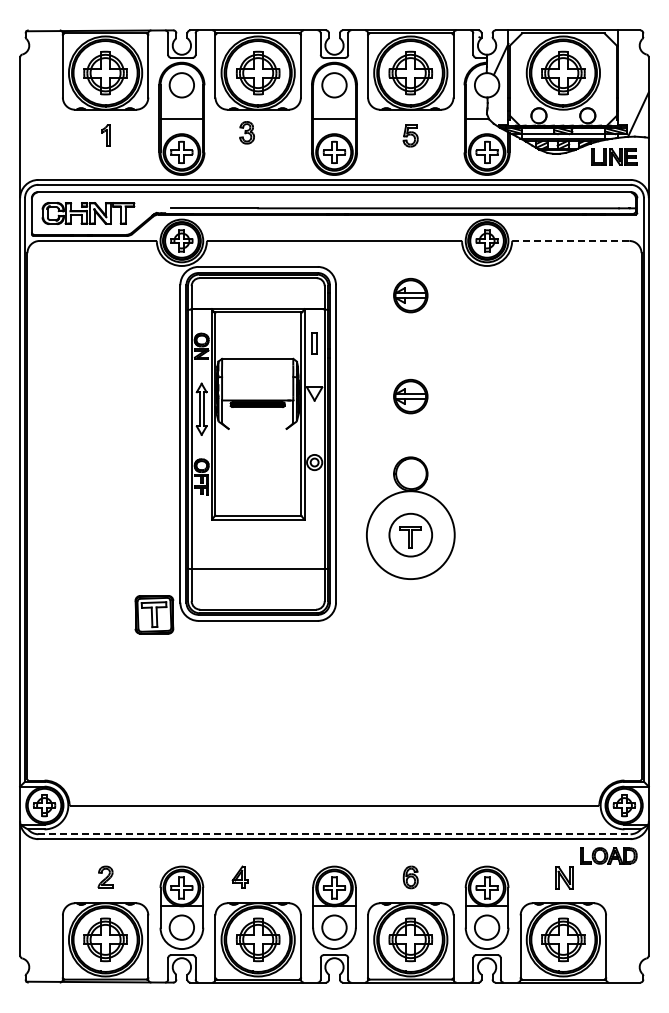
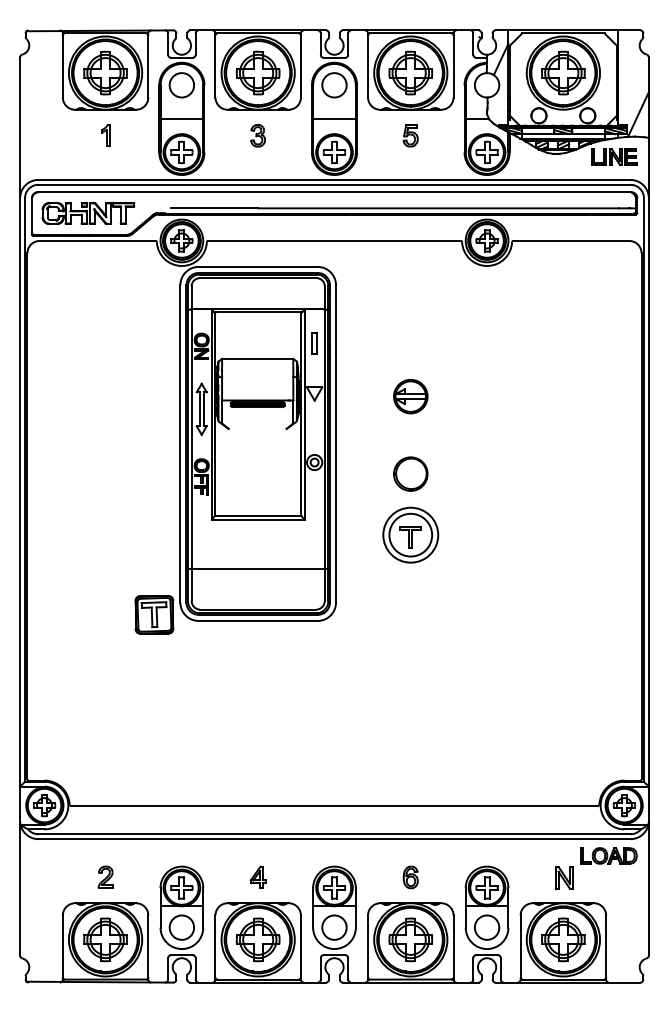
part at (246, 132) position: (246, 132) -> (257, 135)
line at (570, 240): dashed -> solid
part at (410, 295): present -> none
circle at (410, 535) diameter: 88 px -> 55 px
line at (334, 834): dashed -> solid
part at (239, 876) position: (239, 876) -> (257, 876)
